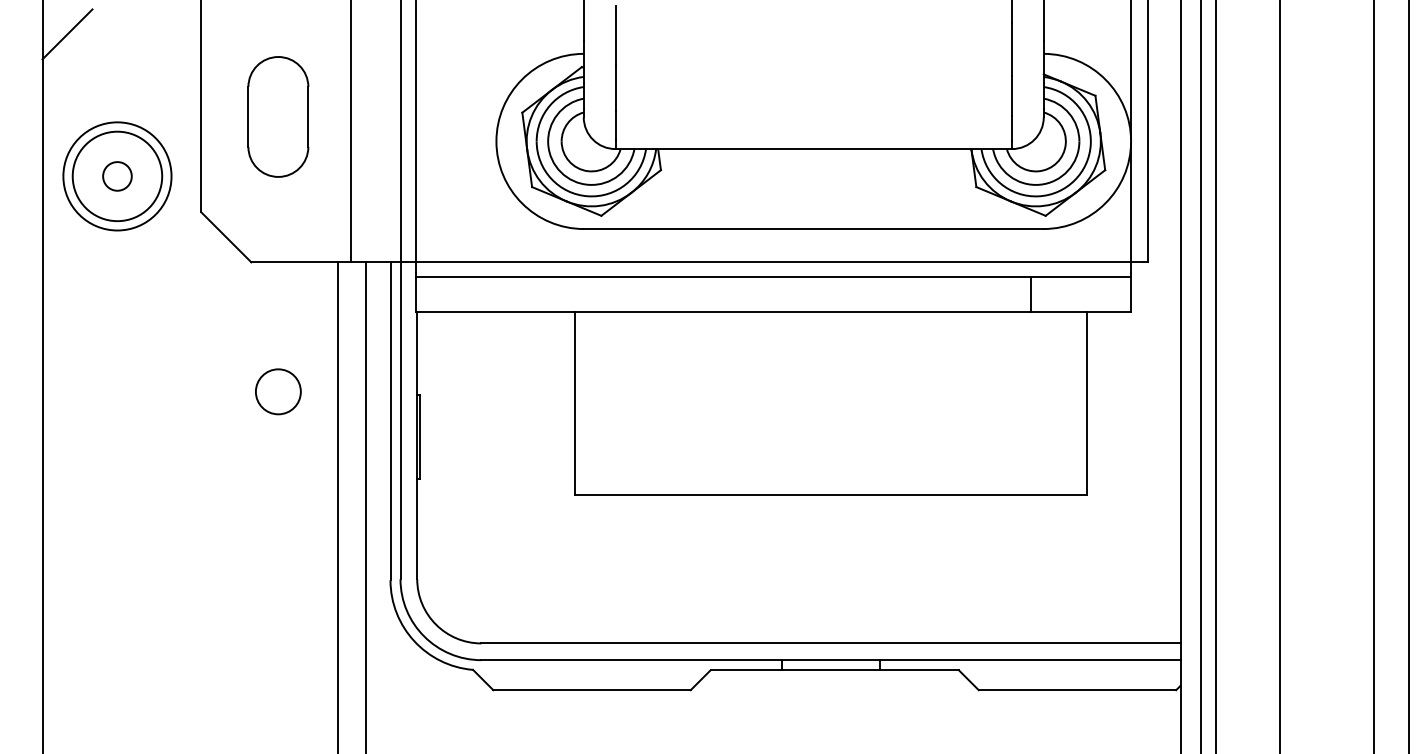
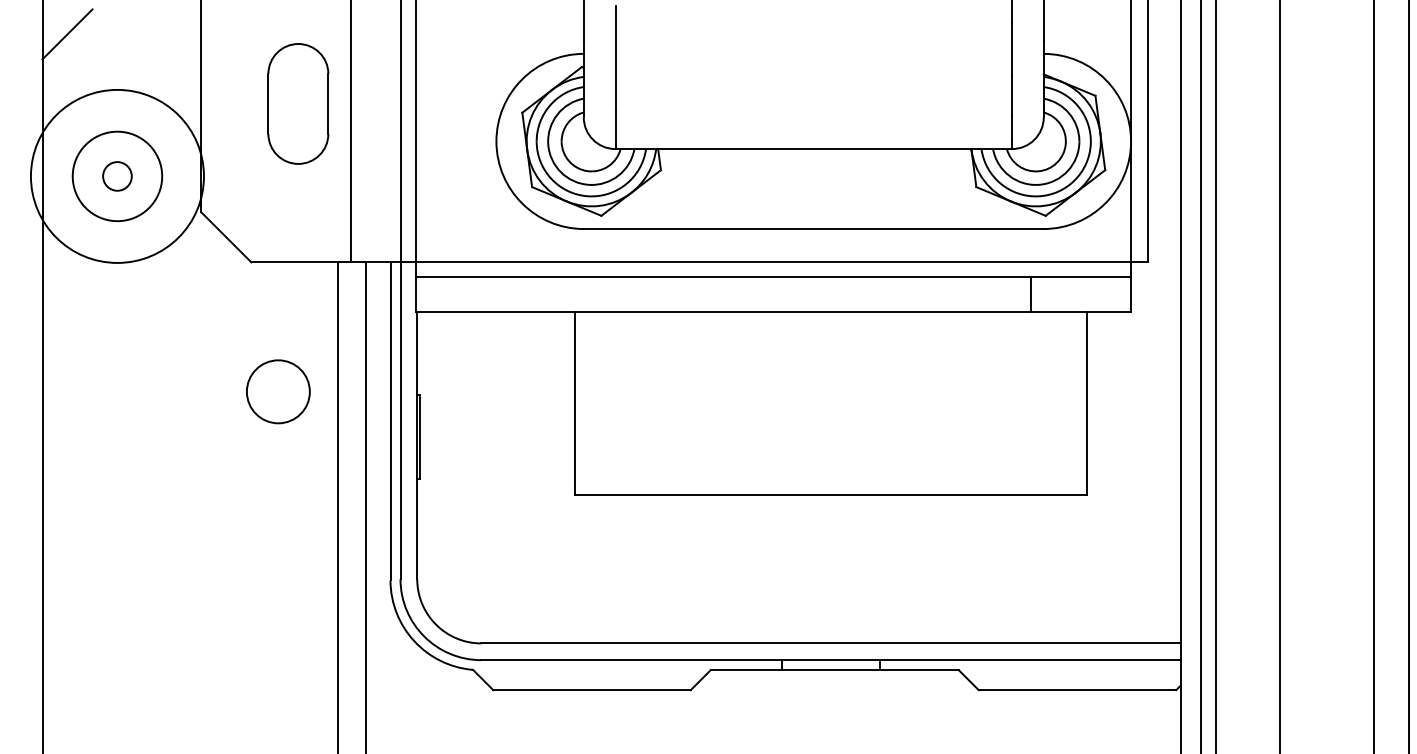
part at (278, 116) position: (278, 116) -> (298, 103)
circle at (117, 176) diameter: 108 px -> 173 px
circle at (277, 391) diameter: 45 px -> 63 px
